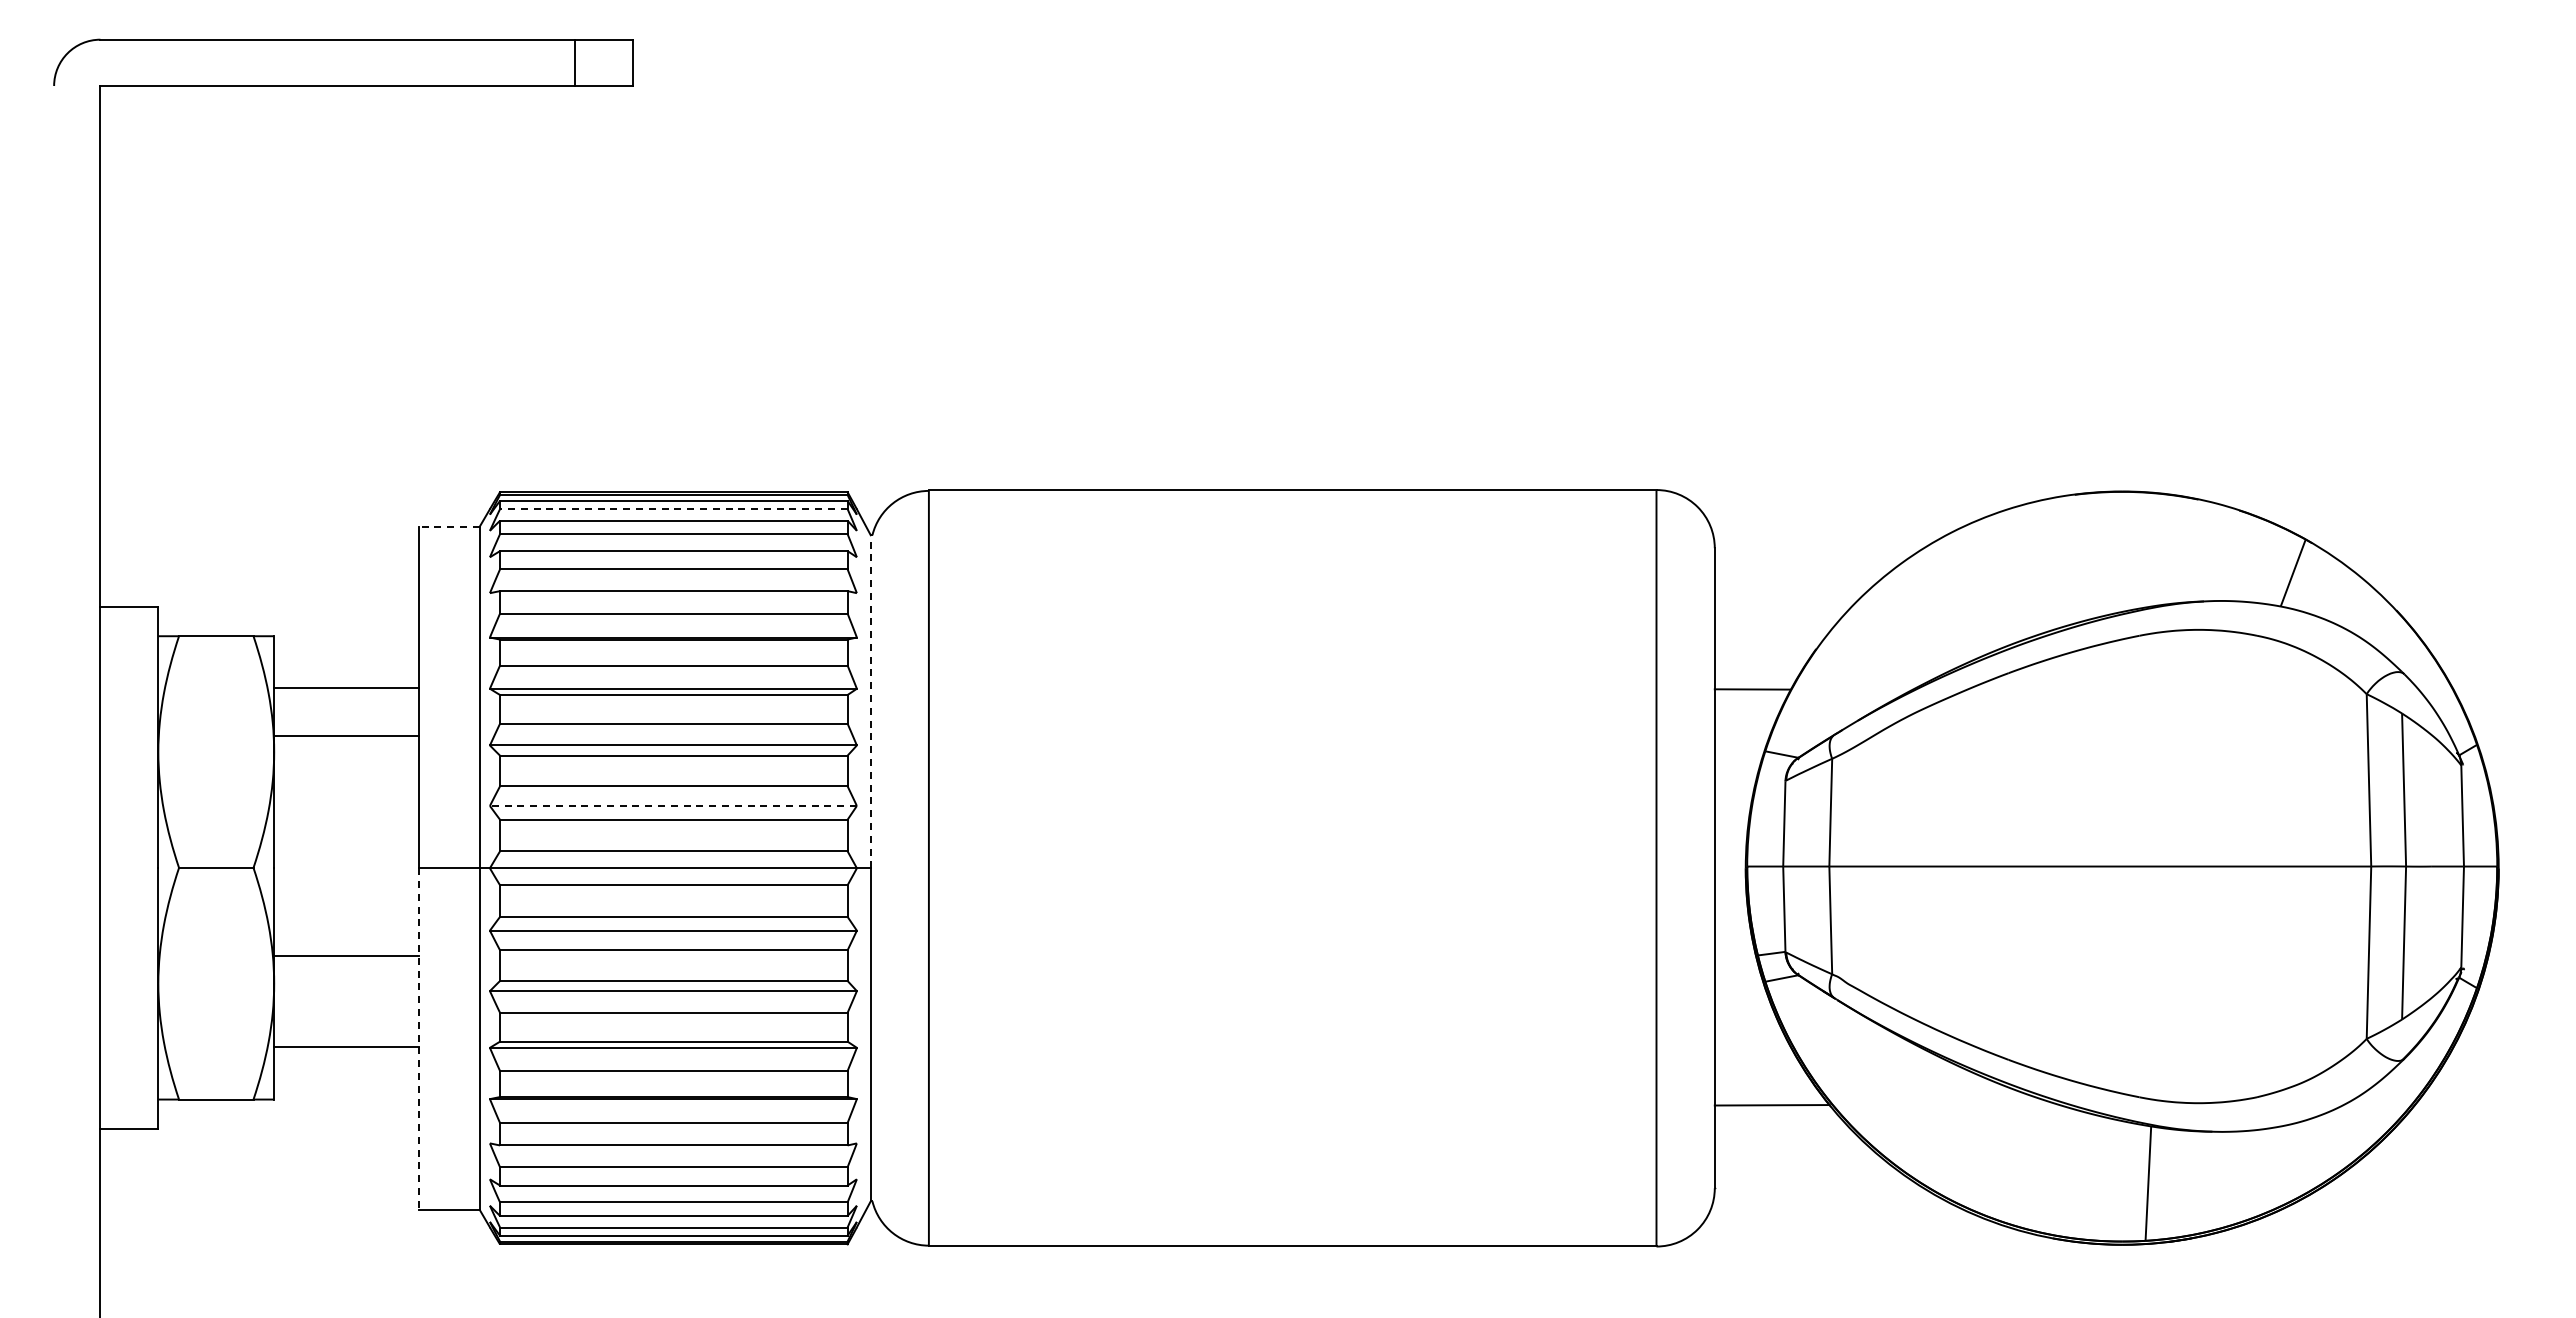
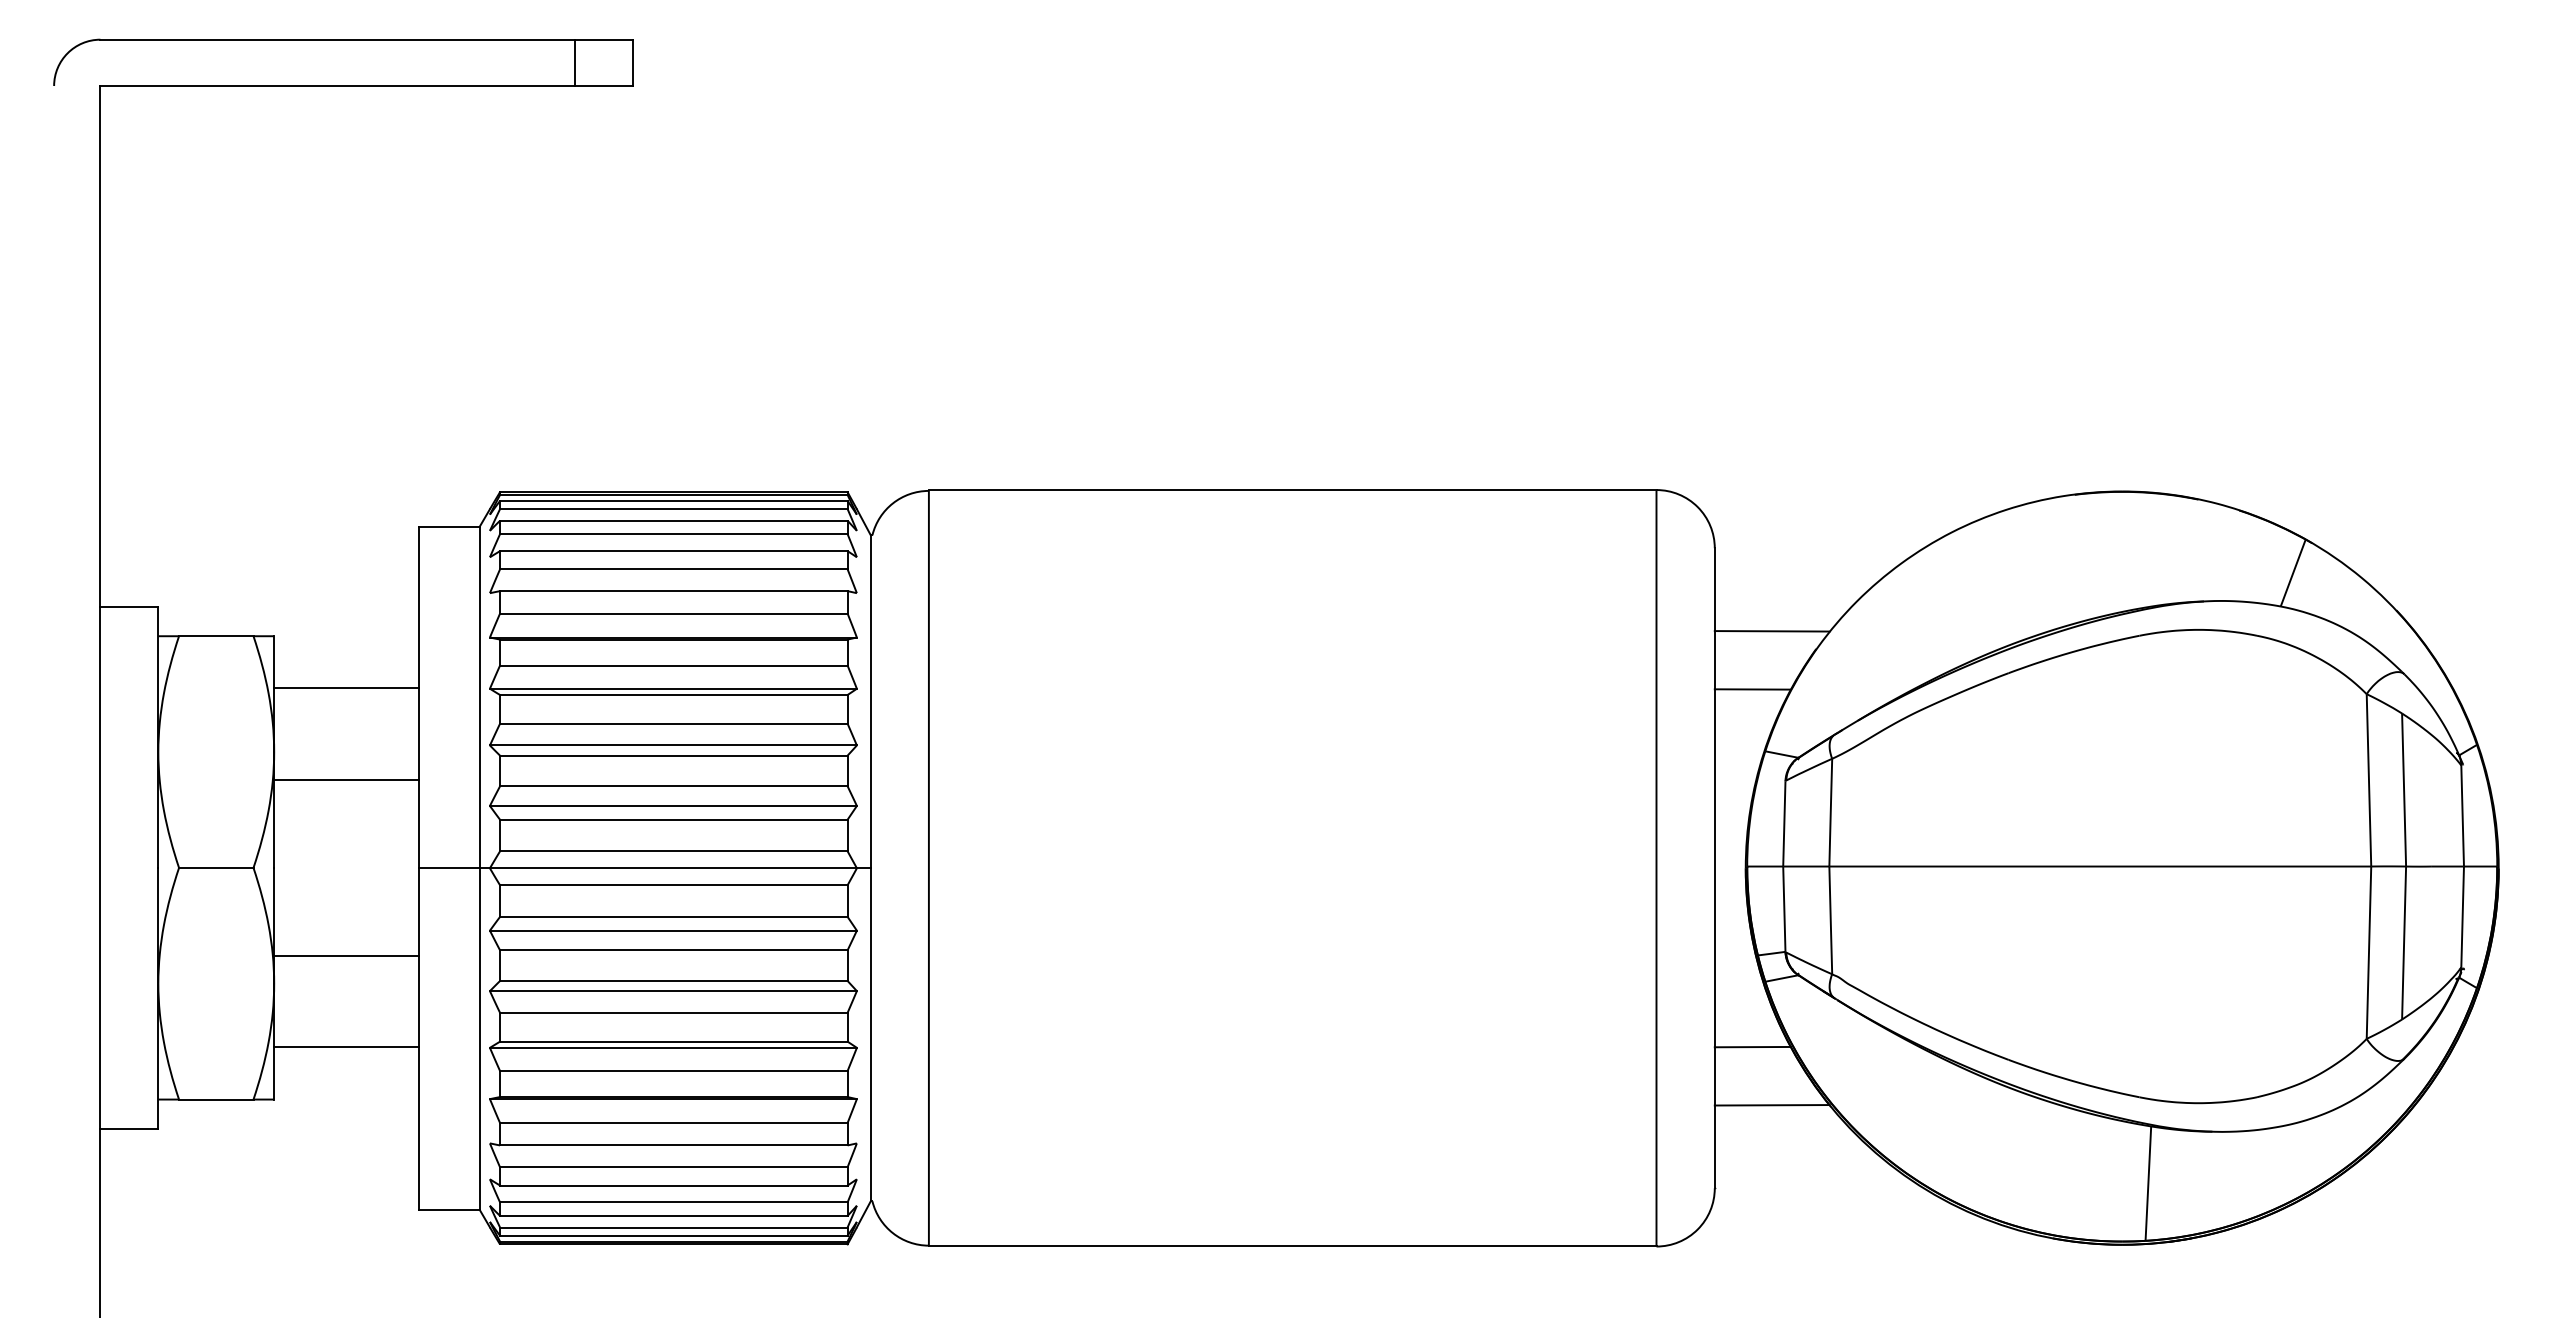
line at (673, 509): dashed -> solid
line at (448, 526): dashed -> solid
line at (1771, 631): none -> present
line at (870, 701): dashed -> solid
line at (346, 735) position: (346, 735) -> (346, 779)
line at (672, 805): dashed -> solid
line at (418, 1039): dashed -> solid
line at (1752, 1046): none -> present
